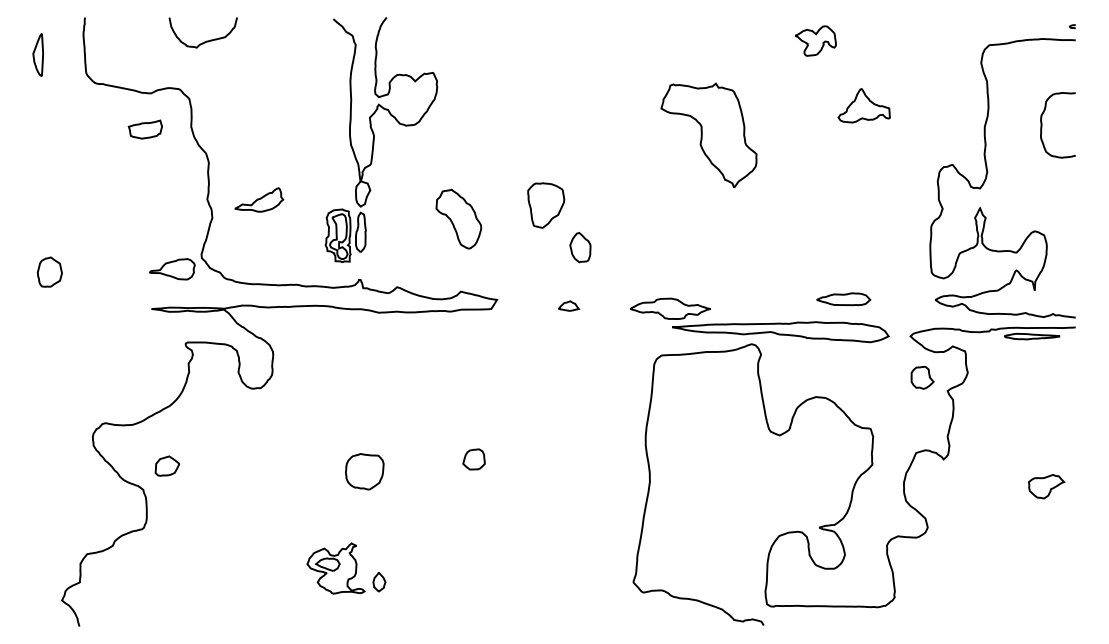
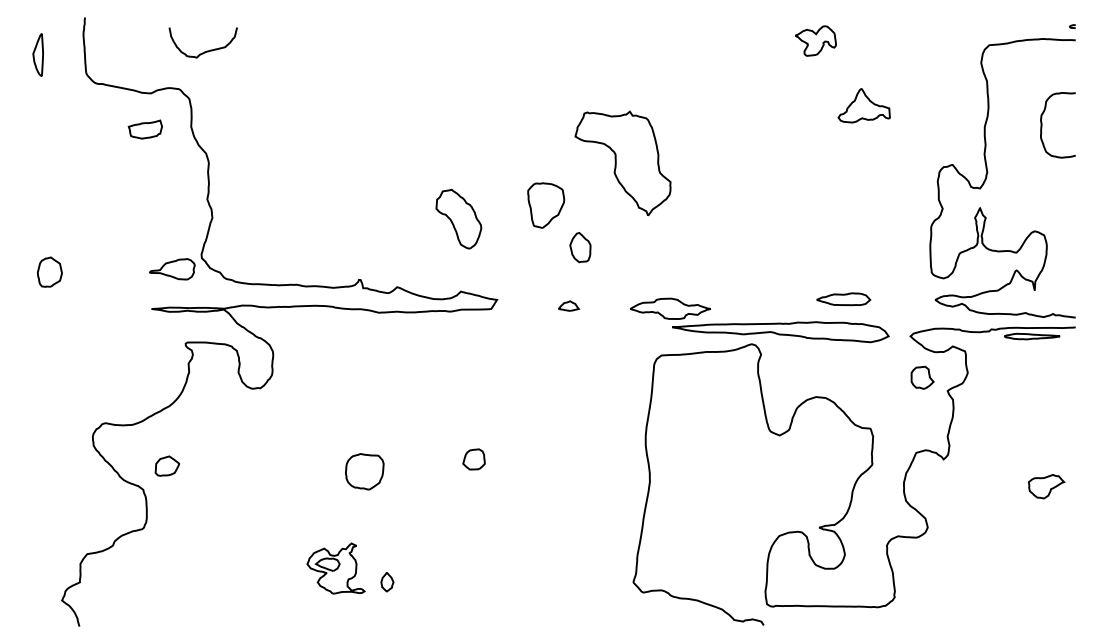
curve at (206, 40) position: (206, 40) -> (206, 50)
part at (708, 134) position: (708, 134) -> (622, 162)
part at (374, 139): present -> none
part at (259, 199): present -> none
part at (379, 582) position: (379, 582) -> (387, 582)
